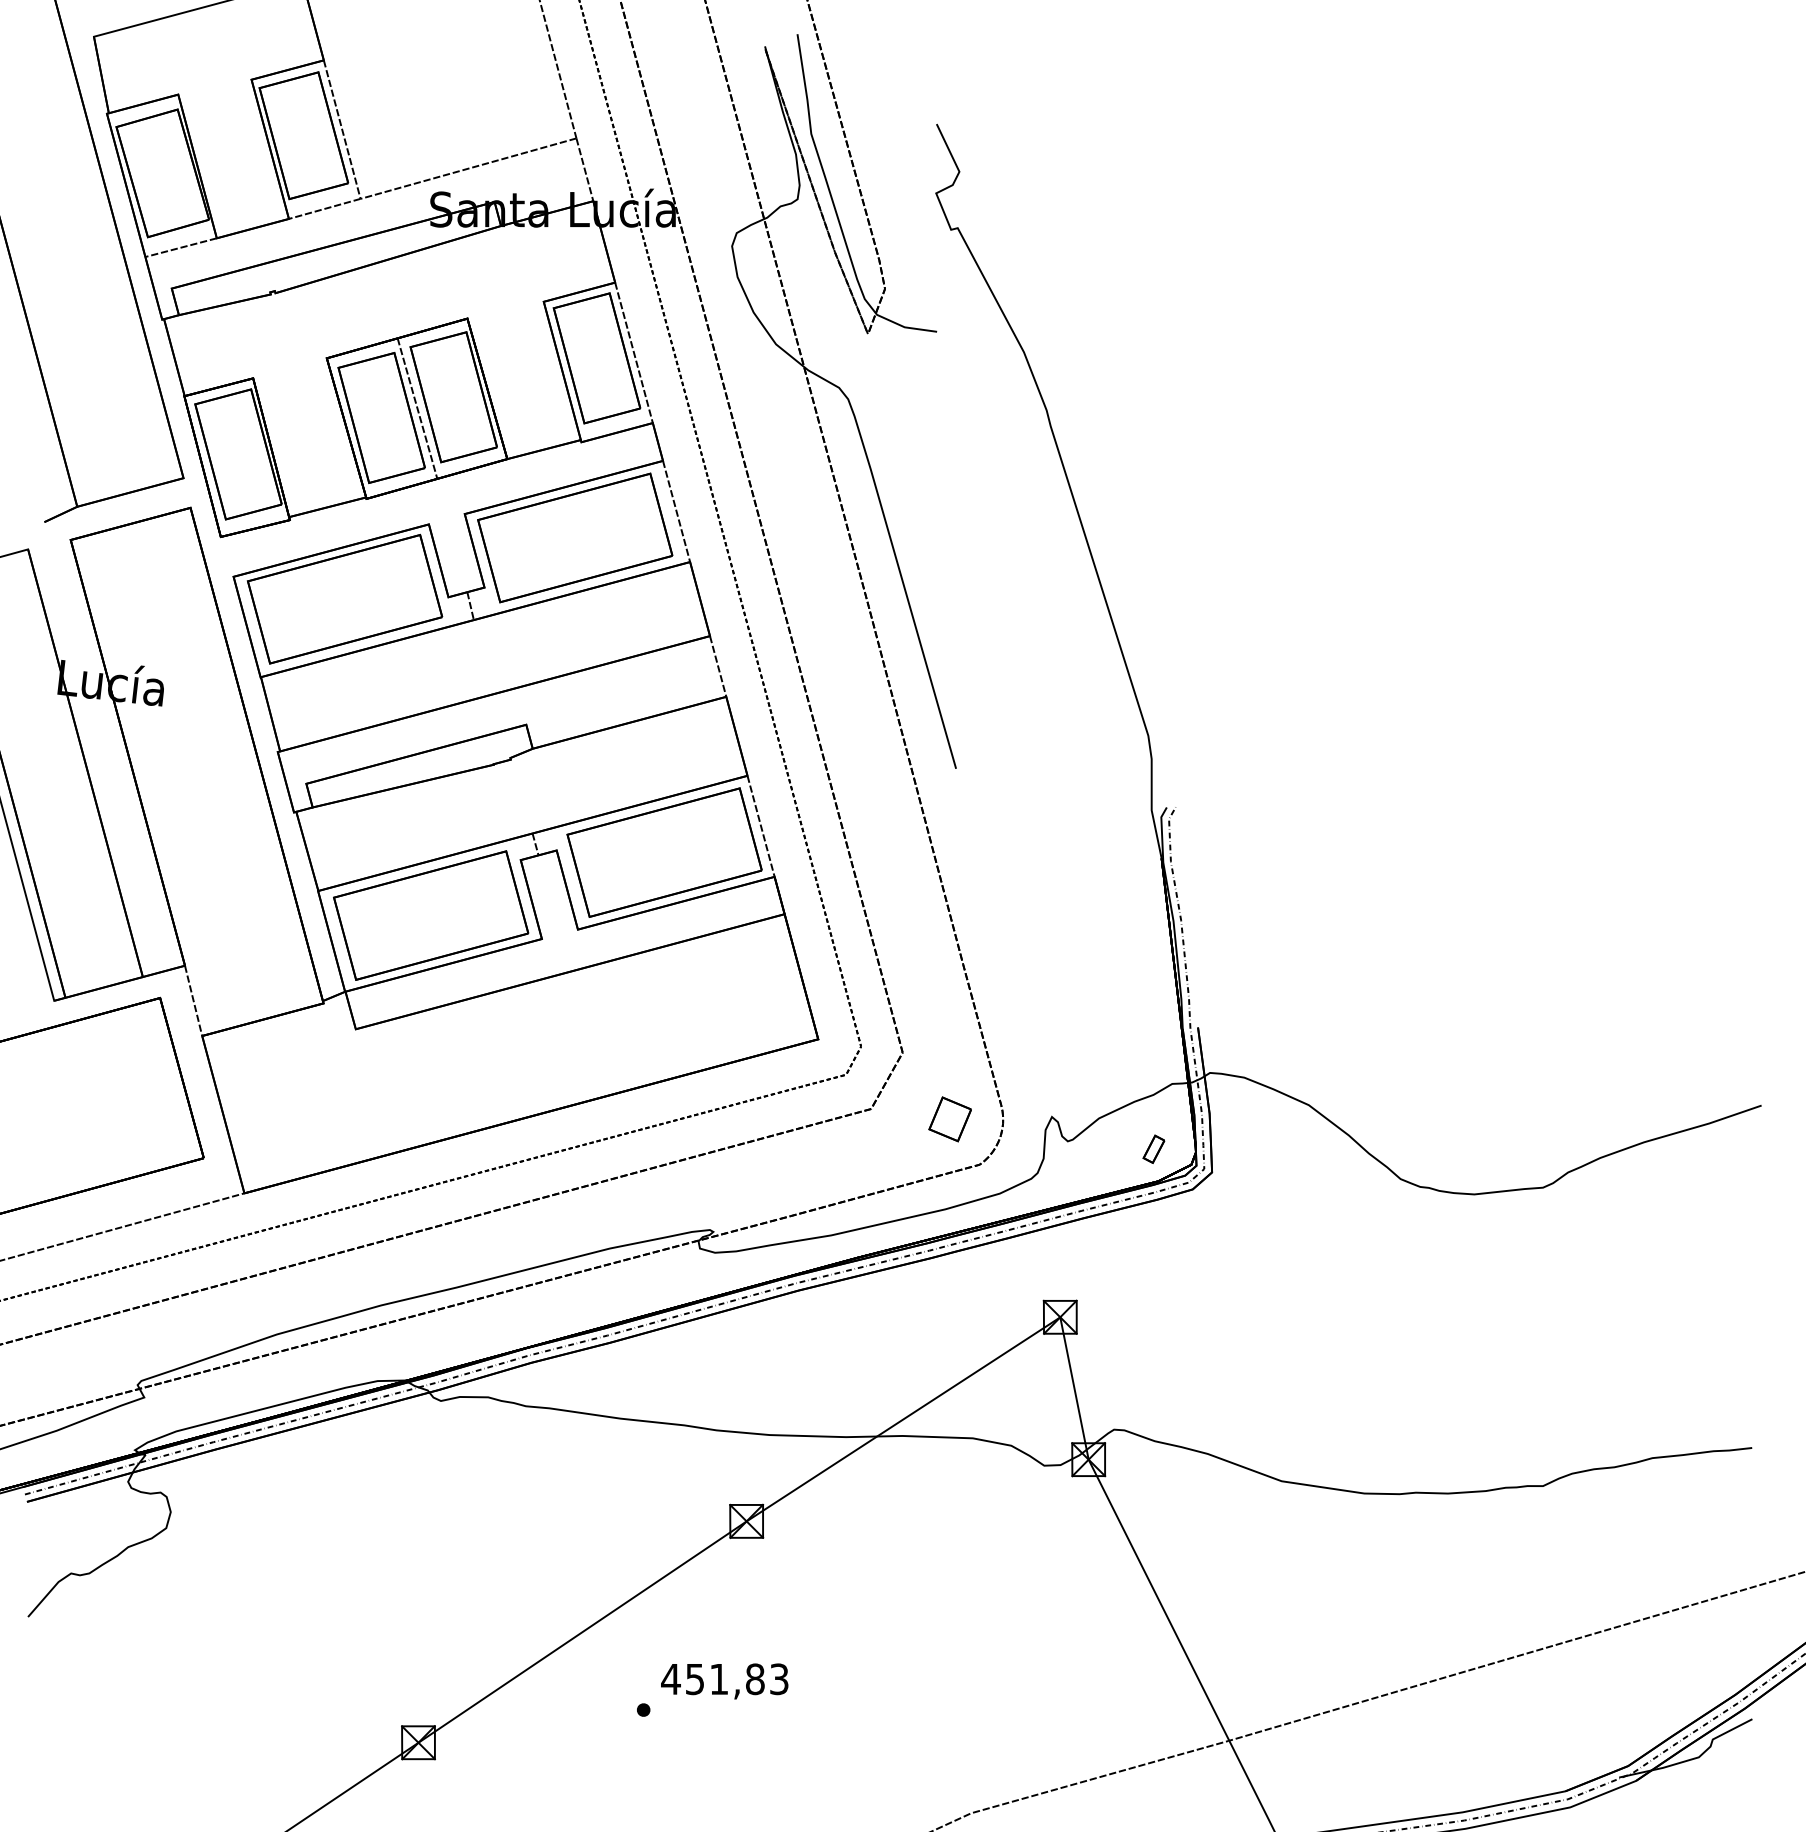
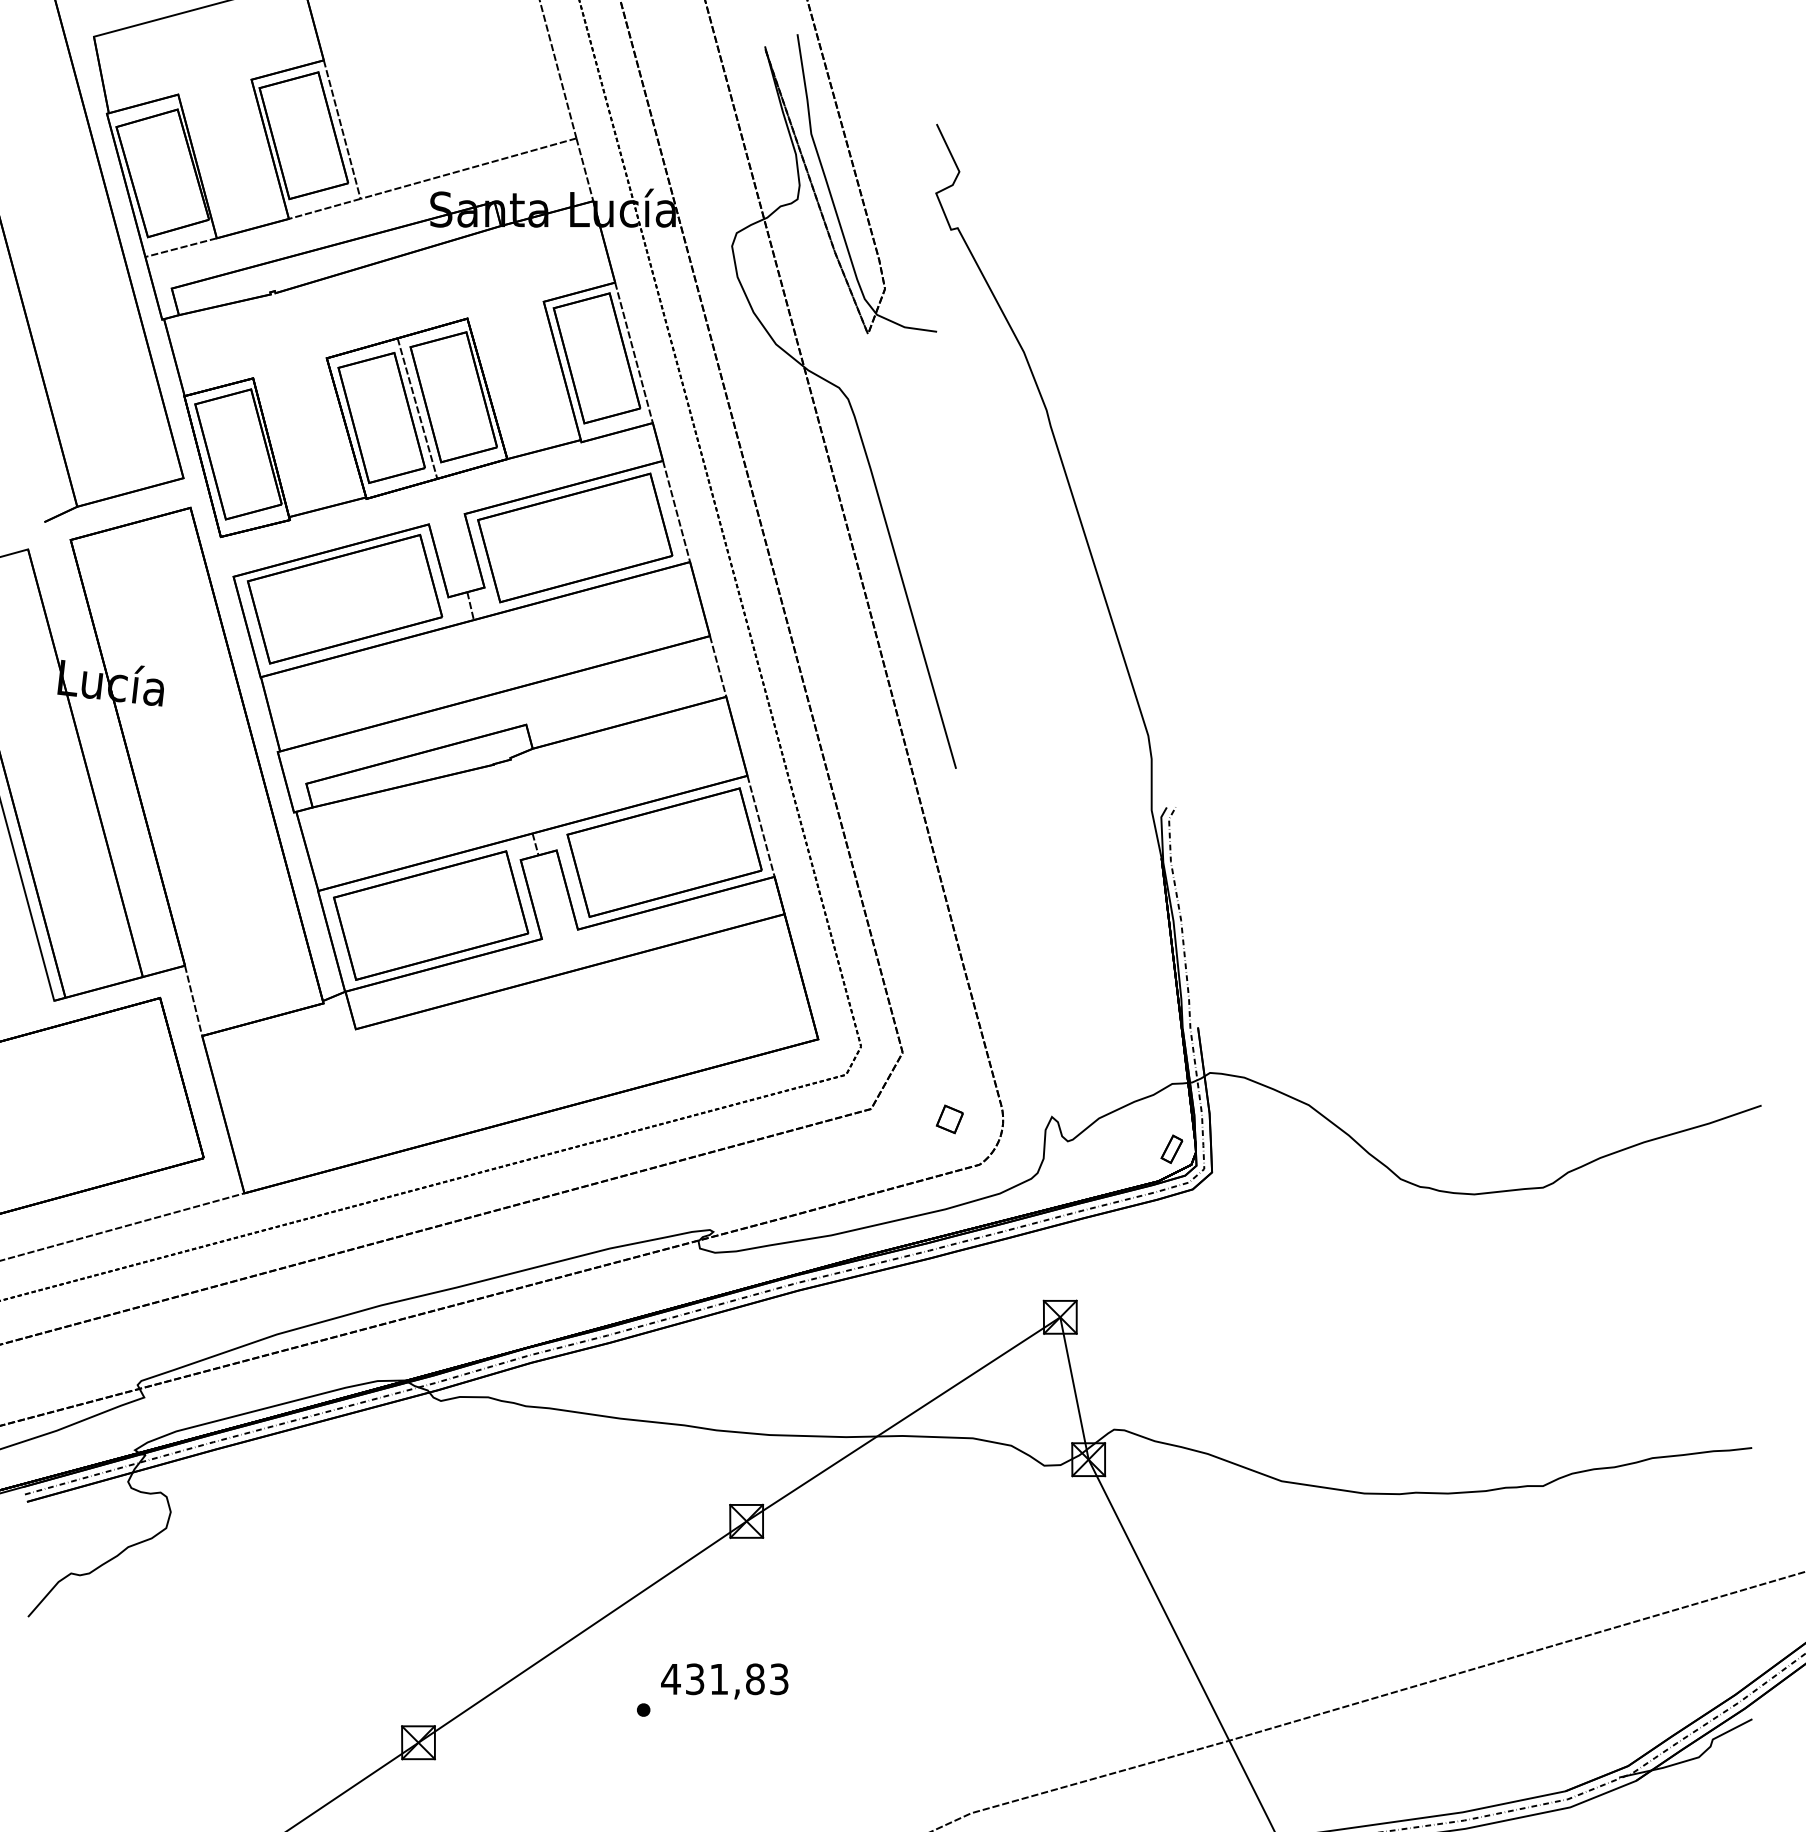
part at (949, 1119) size: 44x47 px -> 29x31 px
part at (1153, 1148) position: (1153, 1148) -> (1171, 1148)
text at (695, 1678): 451,83 -> 431,83
